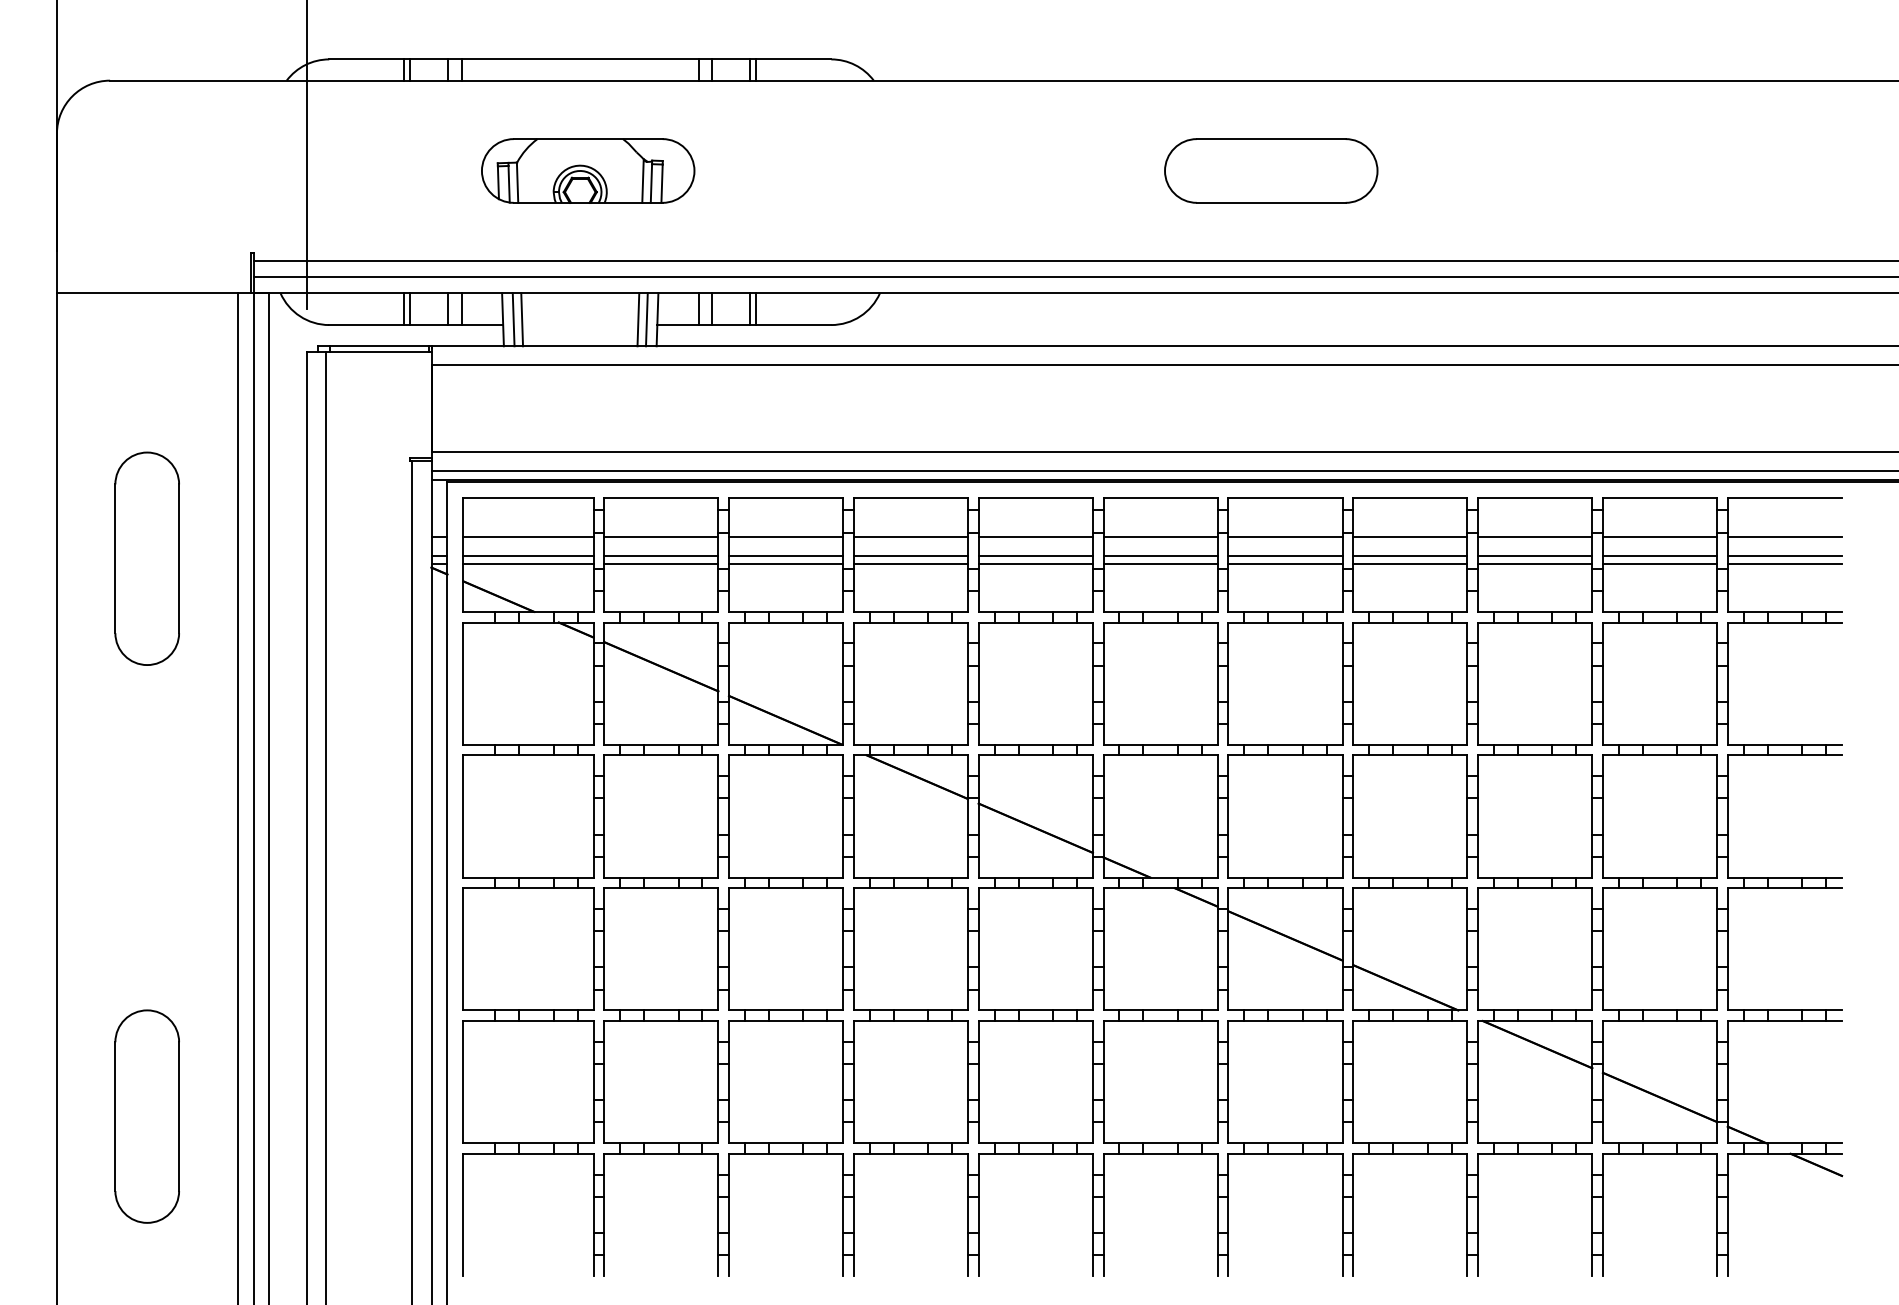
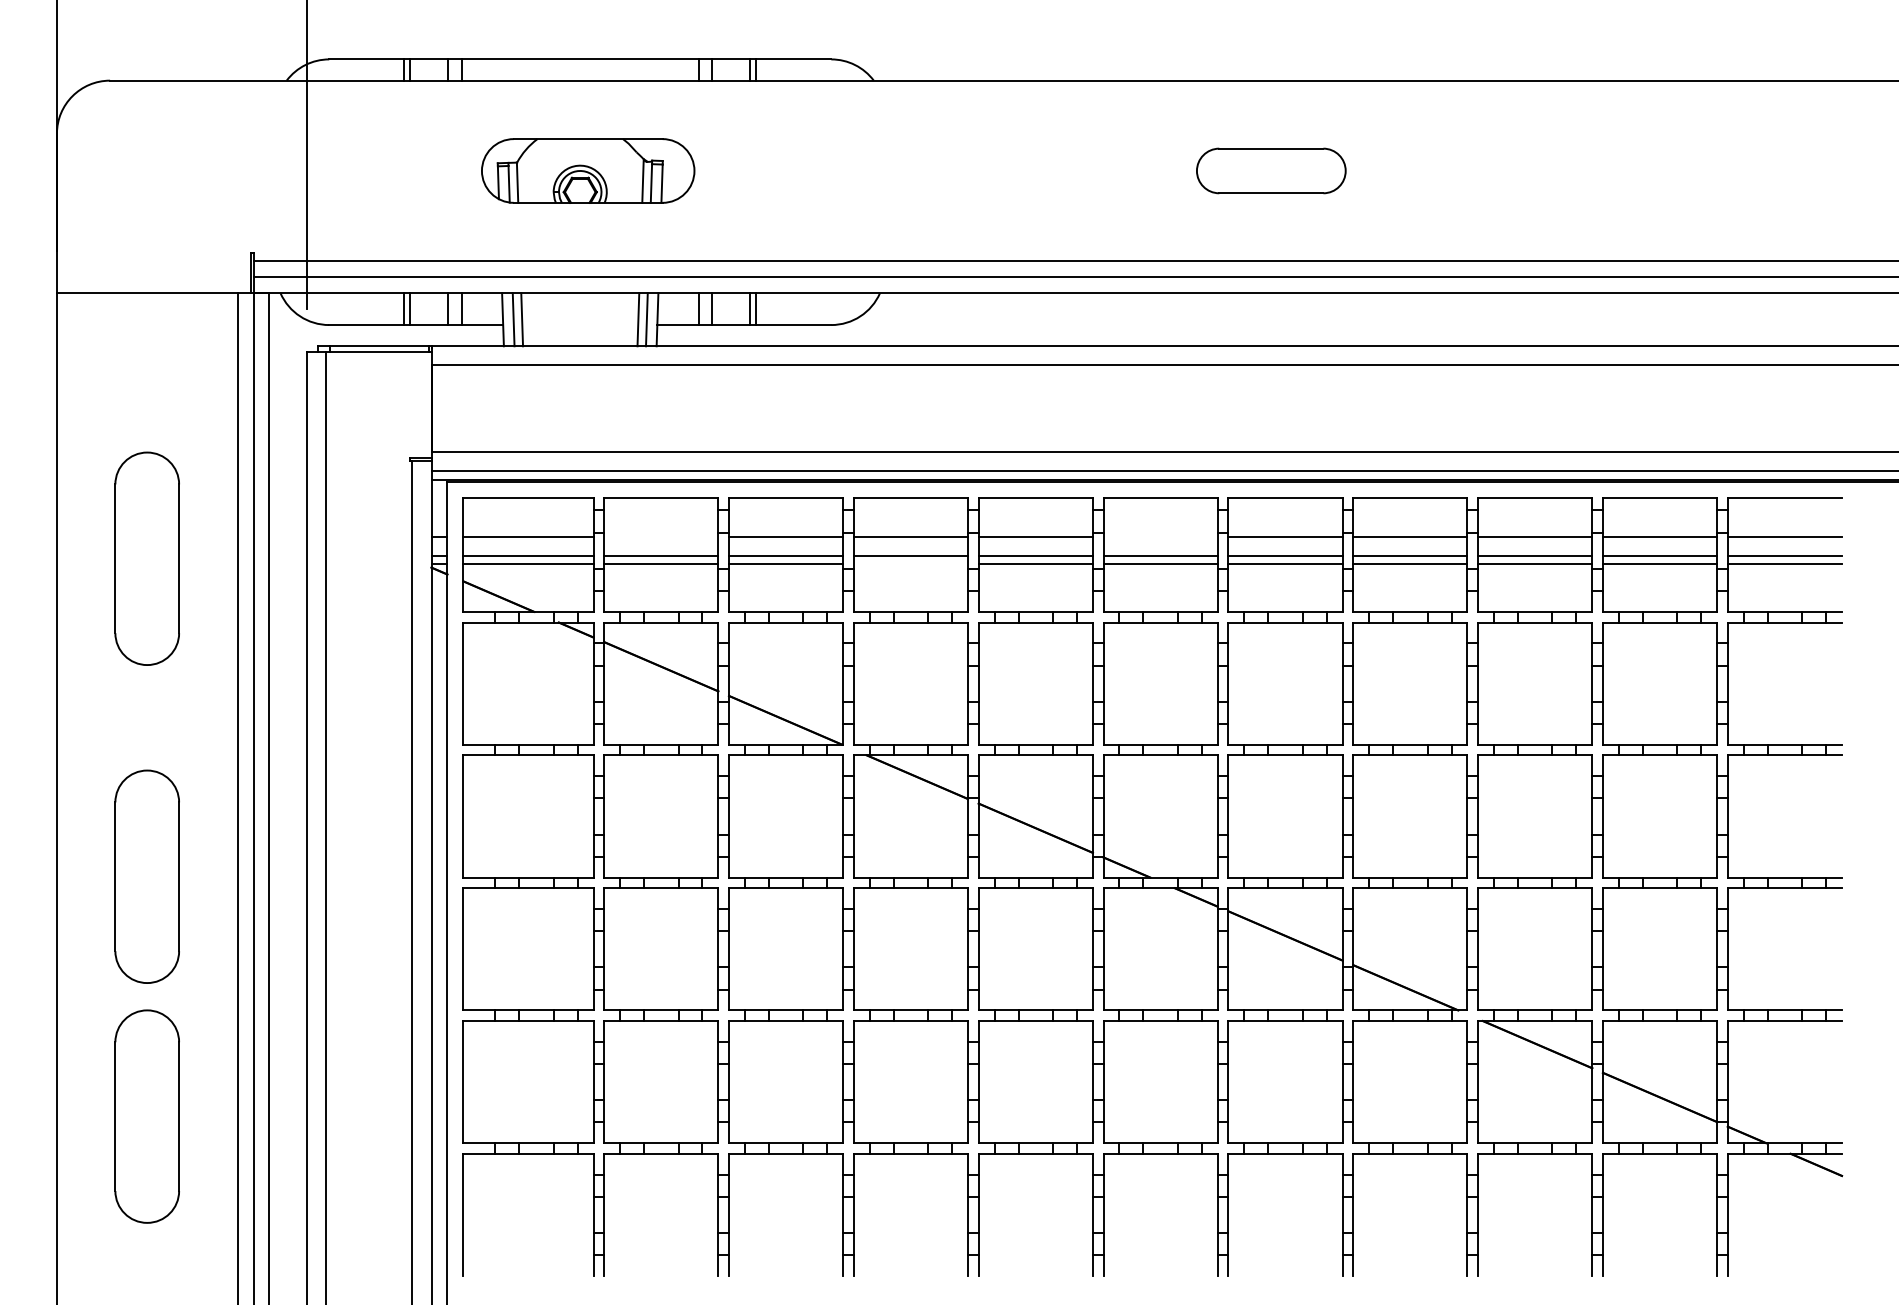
part at (1271, 170) size: 215x66 px -> 151x48 px
line at (661, 537): present -> none
line at (1160, 537): present -> none
line at (910, 564): present -> none
part at (146, 876): none -> present
